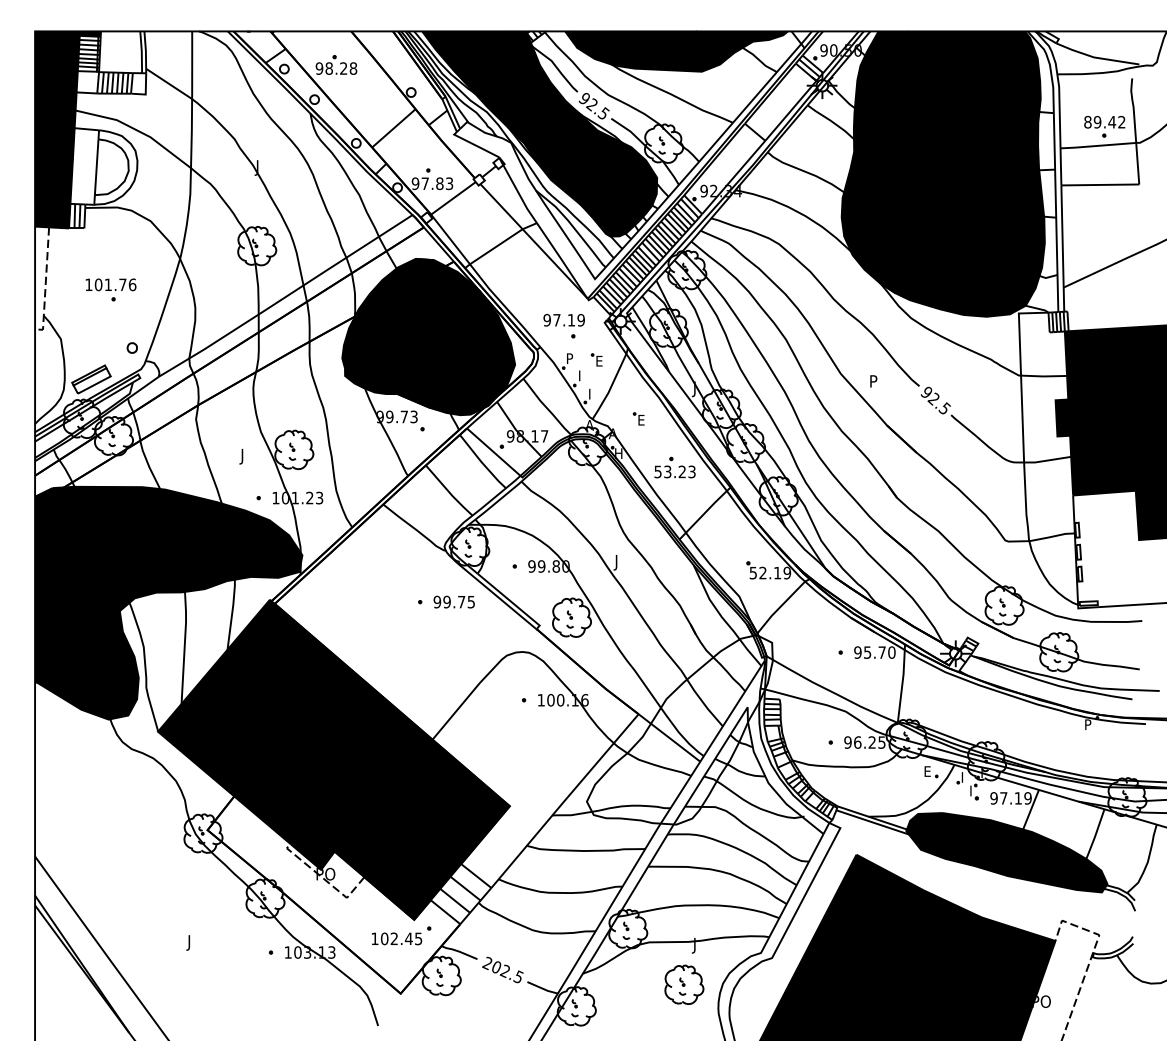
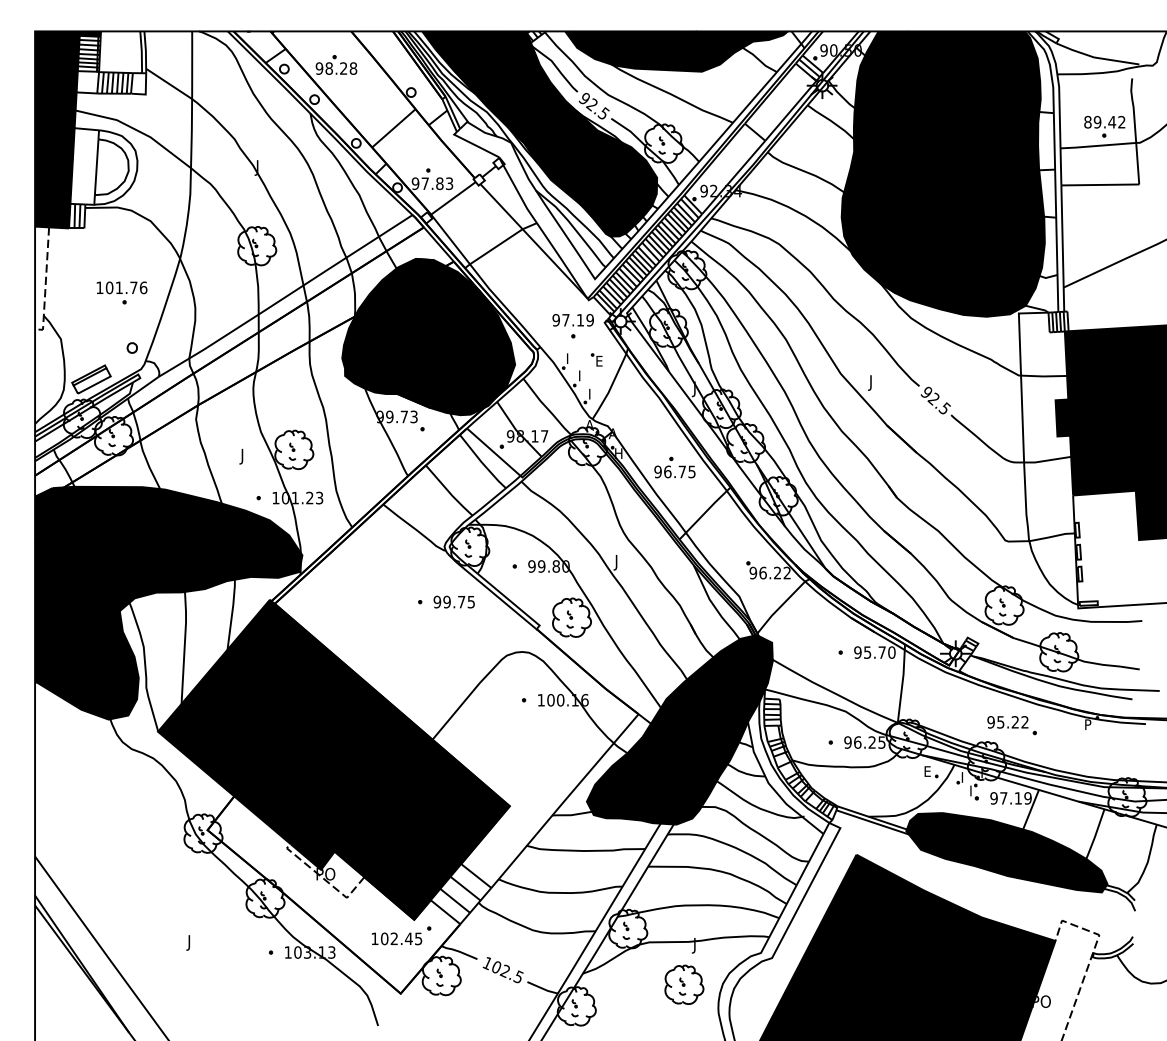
part at (110, 289) position: (110, 289) -> (121, 292)
text at (563, 320) position: (563, 320) -> (572, 320)
text at (570, 356): P -> I
text at (872, 382): P -> J
part at (638, 418): present -> none
text at (674, 471): 53.23 -> 96.75
text at (770, 572): 52.19 -> 96.22
part at (1011, 725): none -> present
fill at (679, 729): none -> present
text at (487, 962): 202.5 -> 102.5
